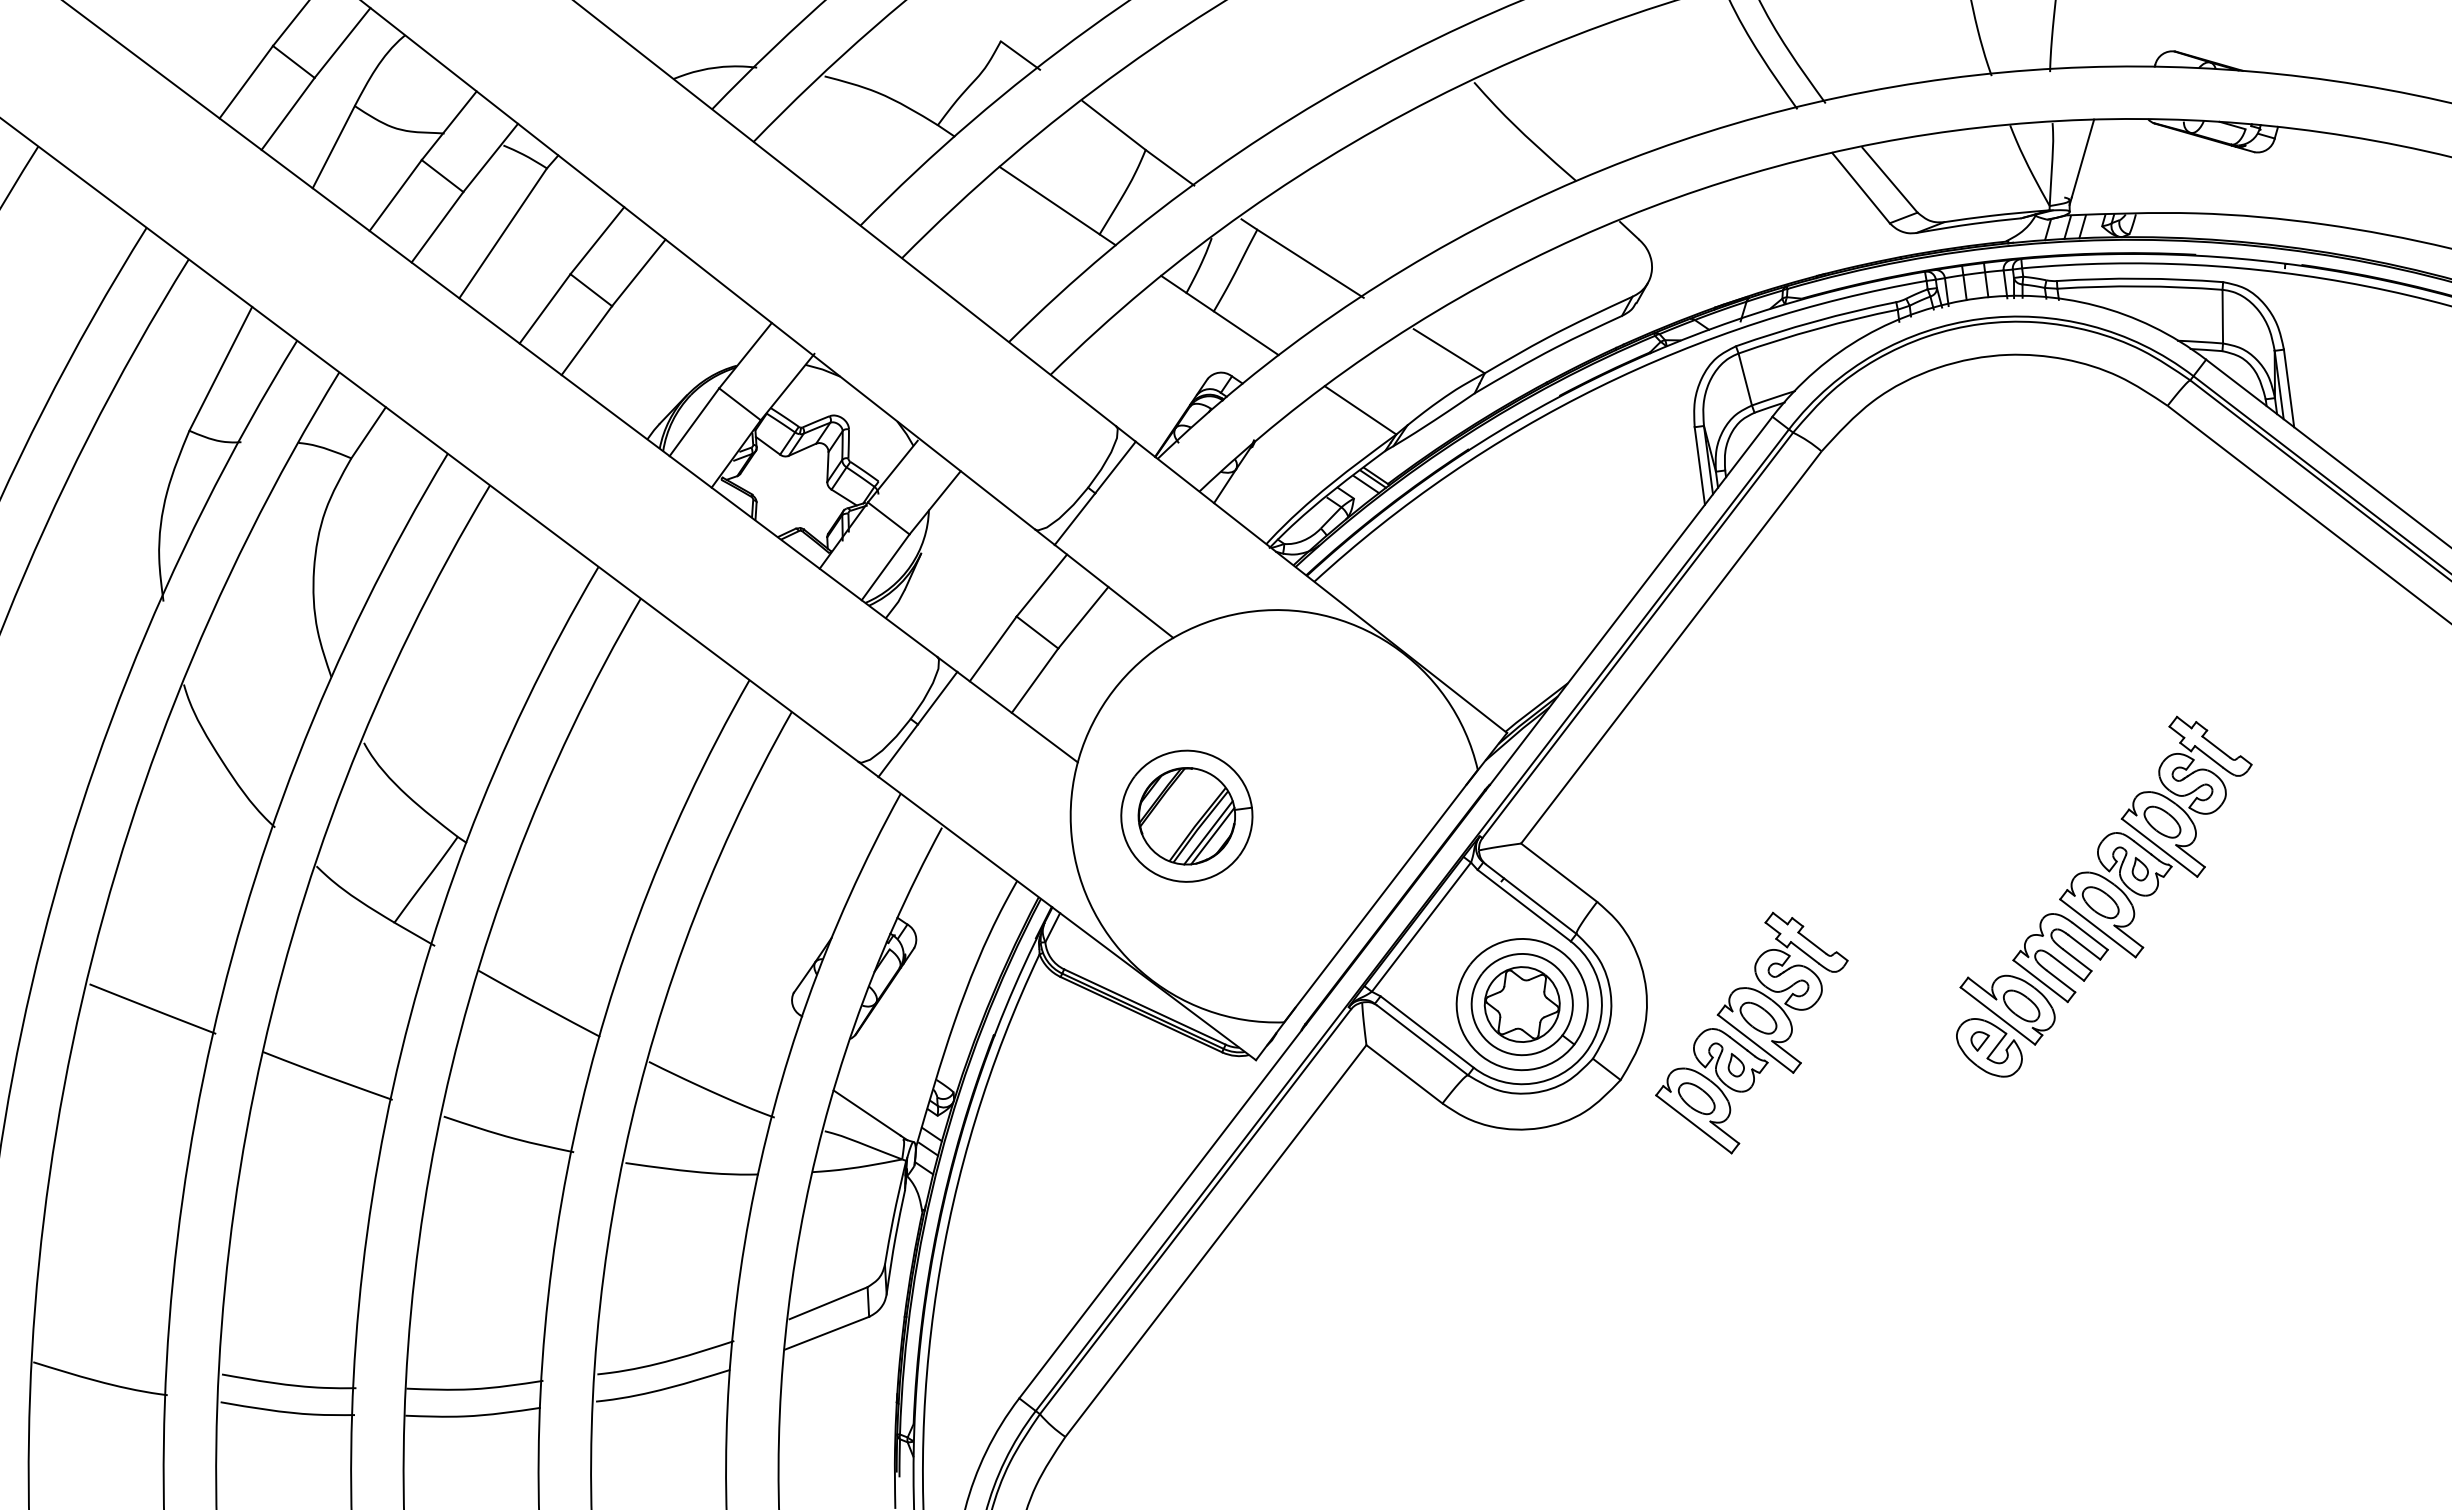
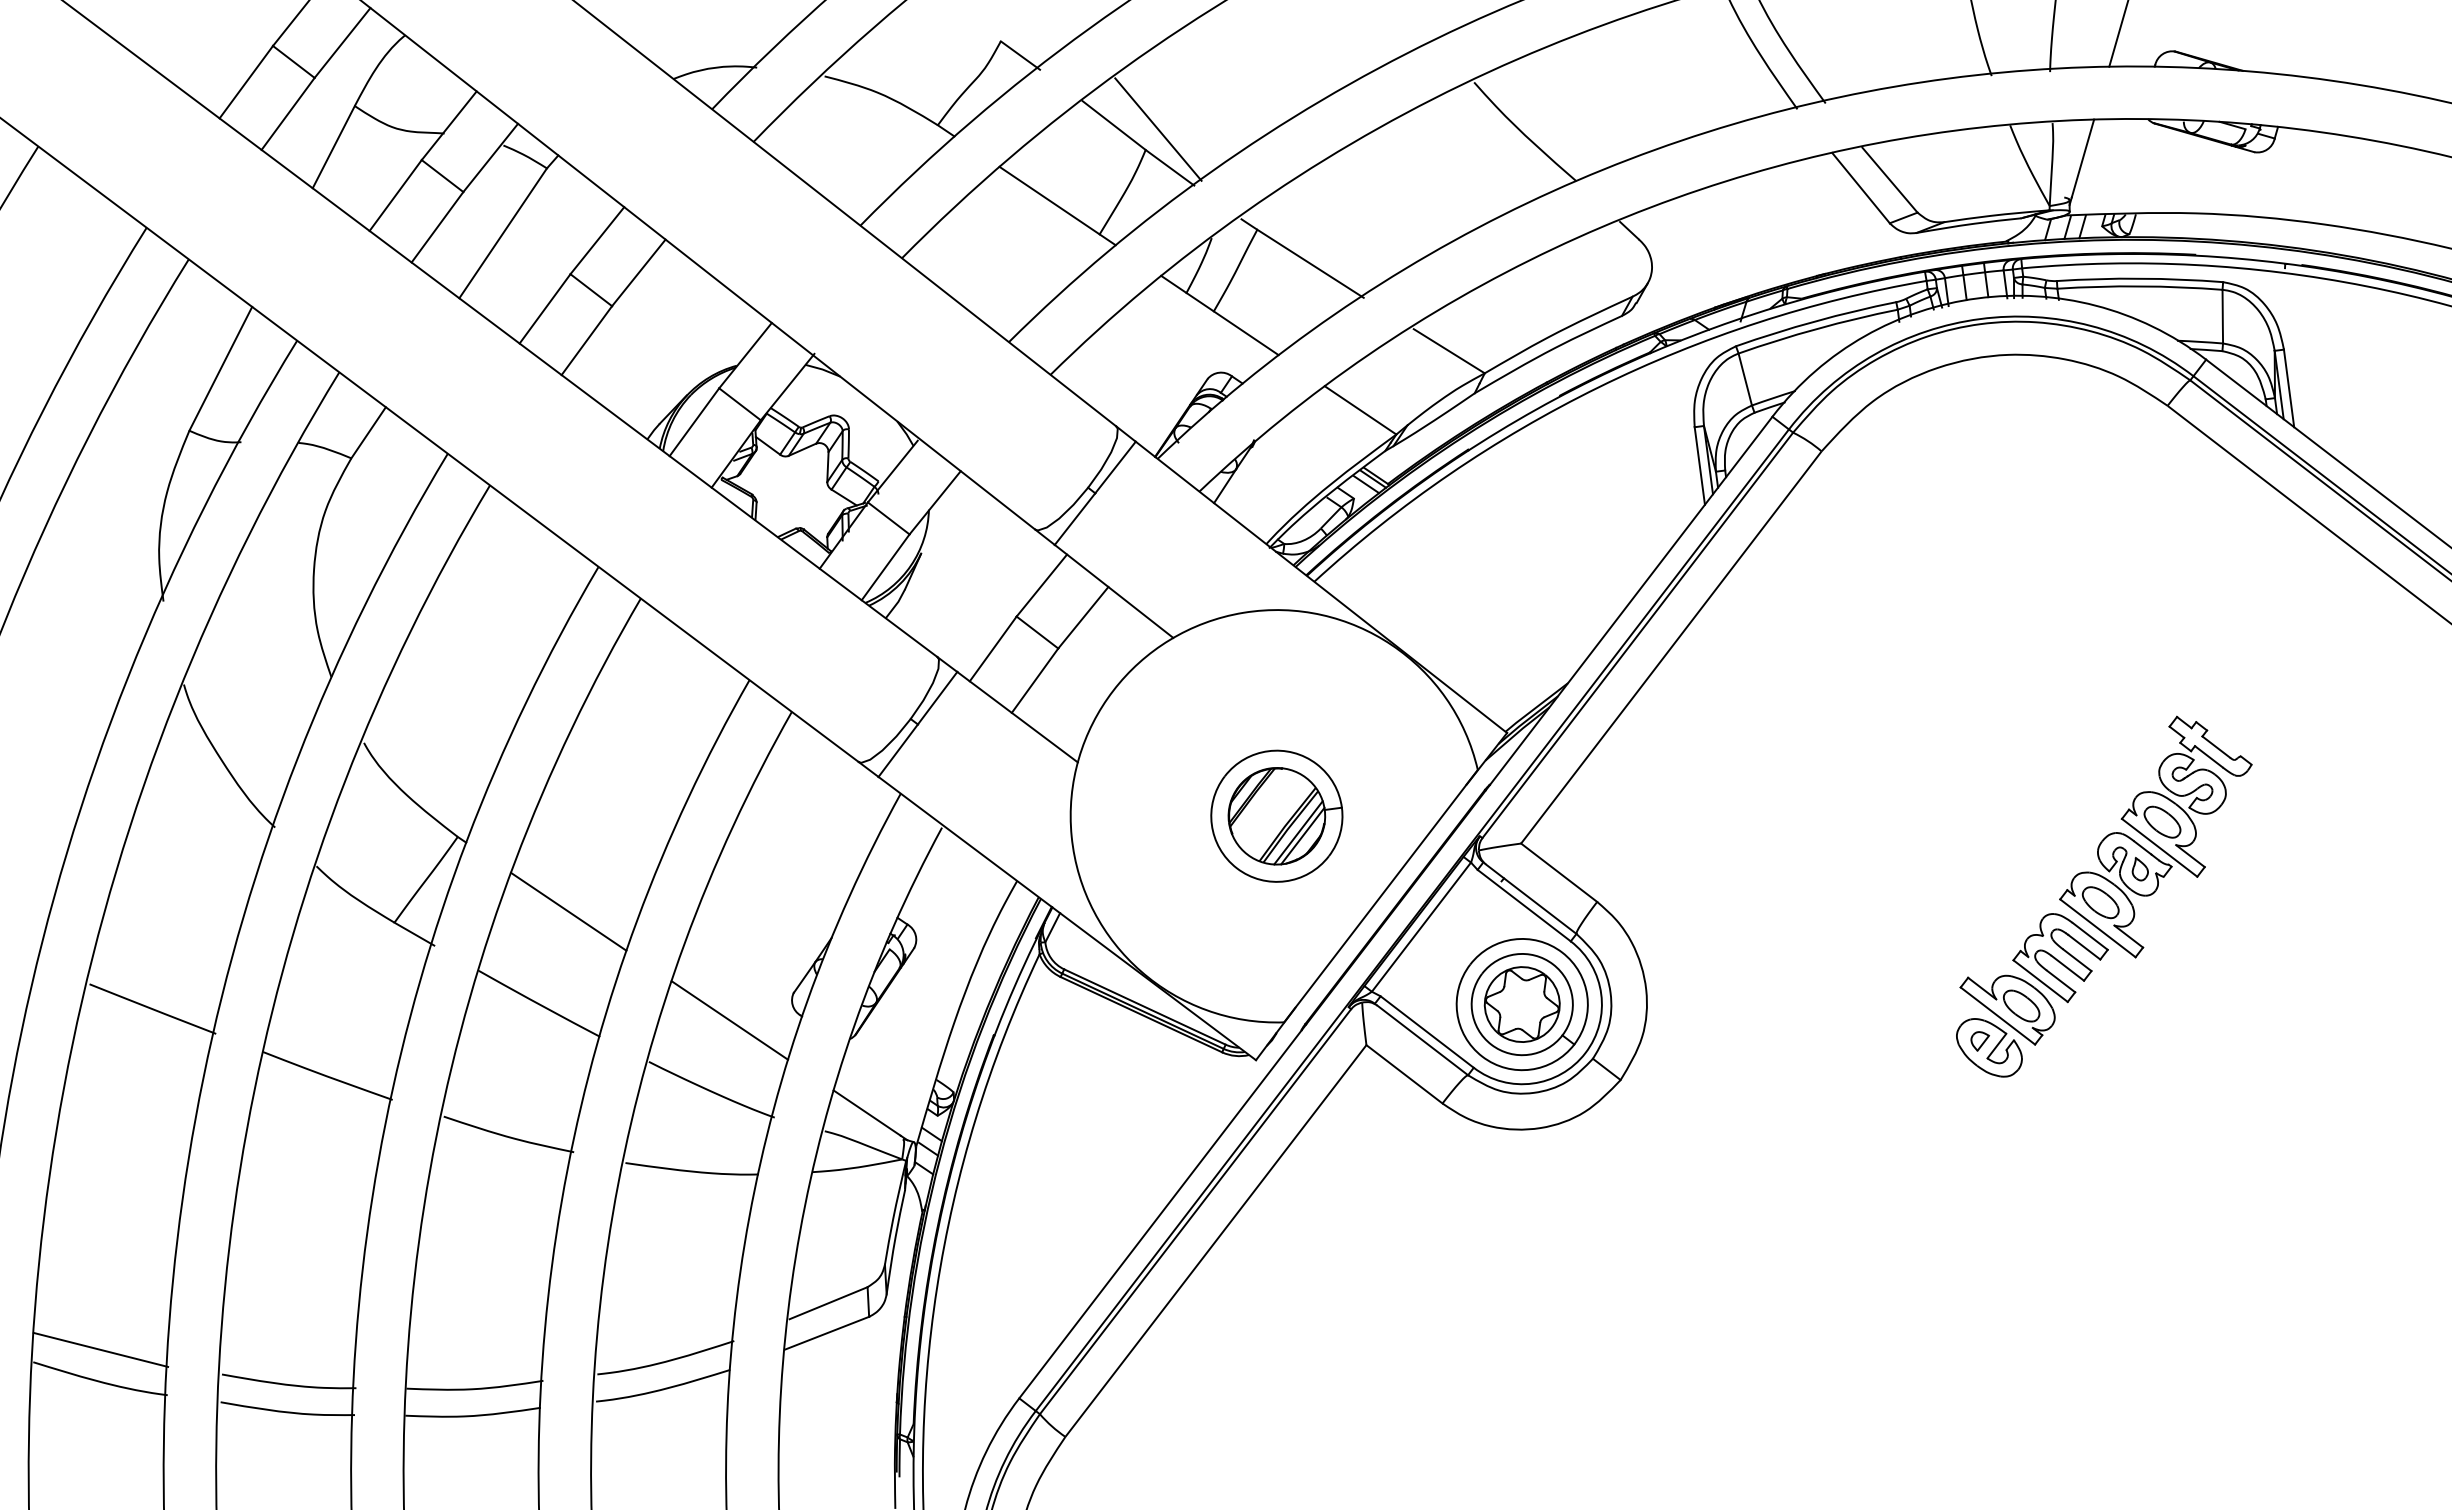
line at (2118, 34): none -> present
line at (1158, 129): none -> present
part at (1186, 815) position: (1186, 815) -> (1276, 815)
line at (568, 911): none -> present
line at (729, 1020): none -> present
part at (1751, 1032): present -> none
line at (100, 1349): none -> present
